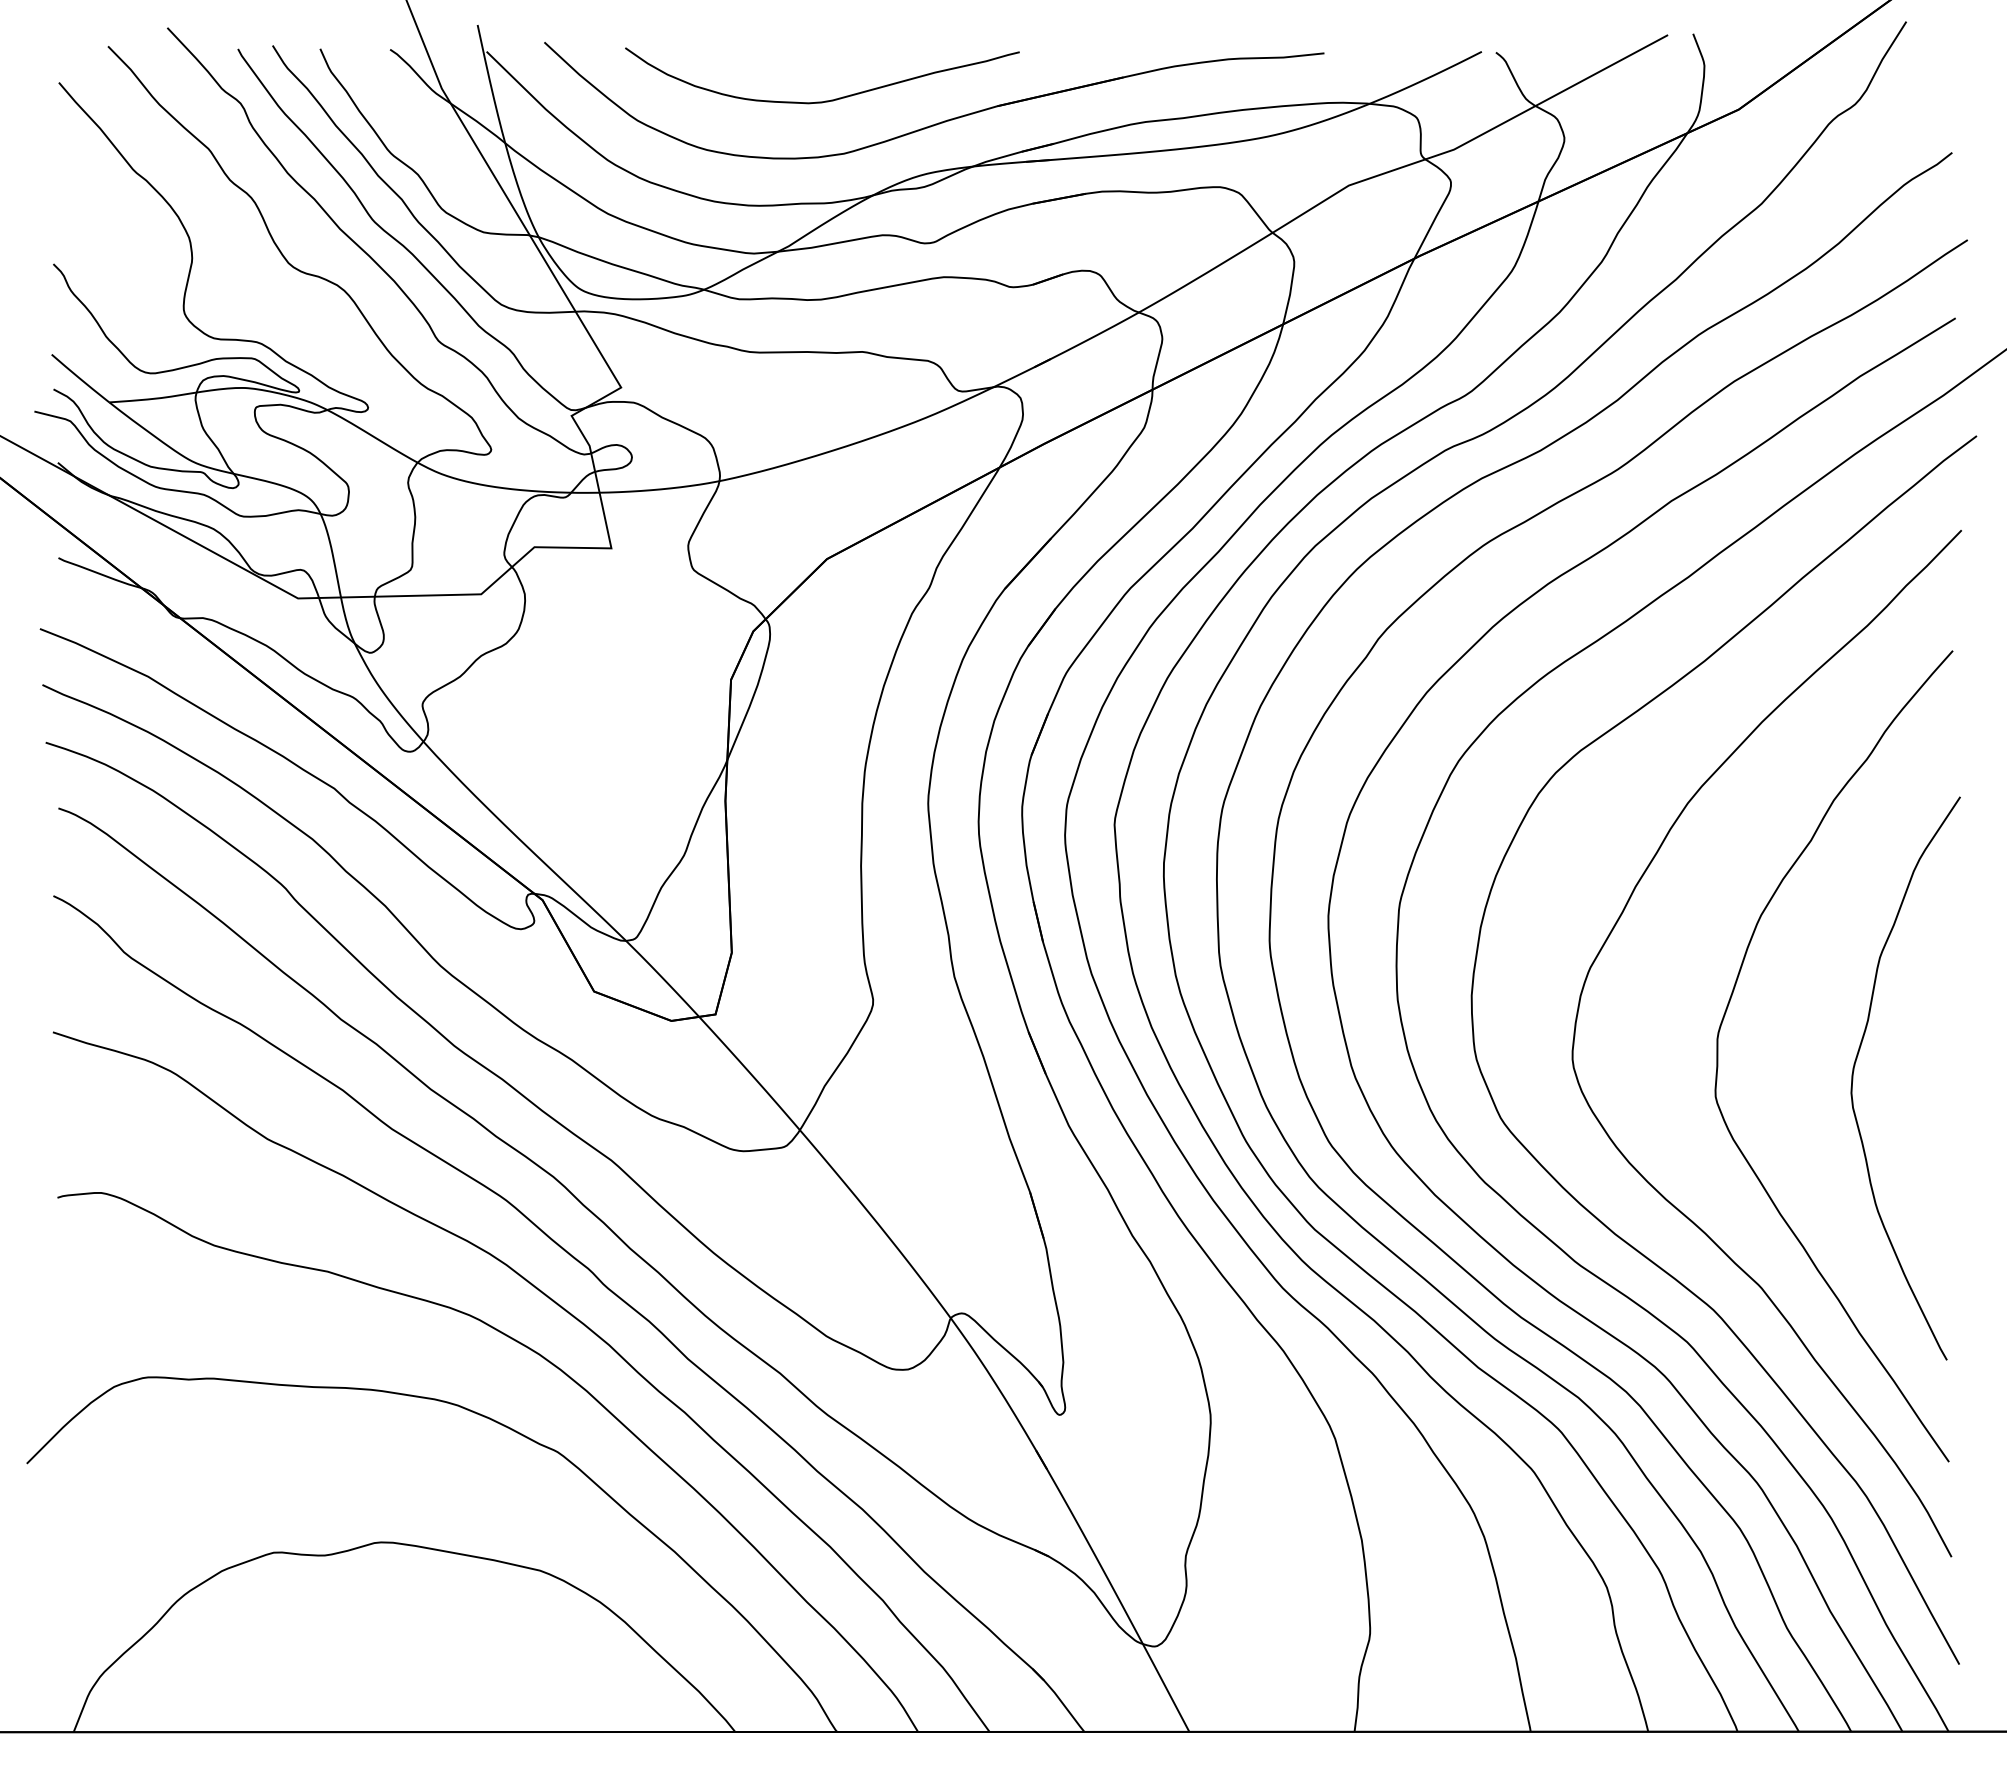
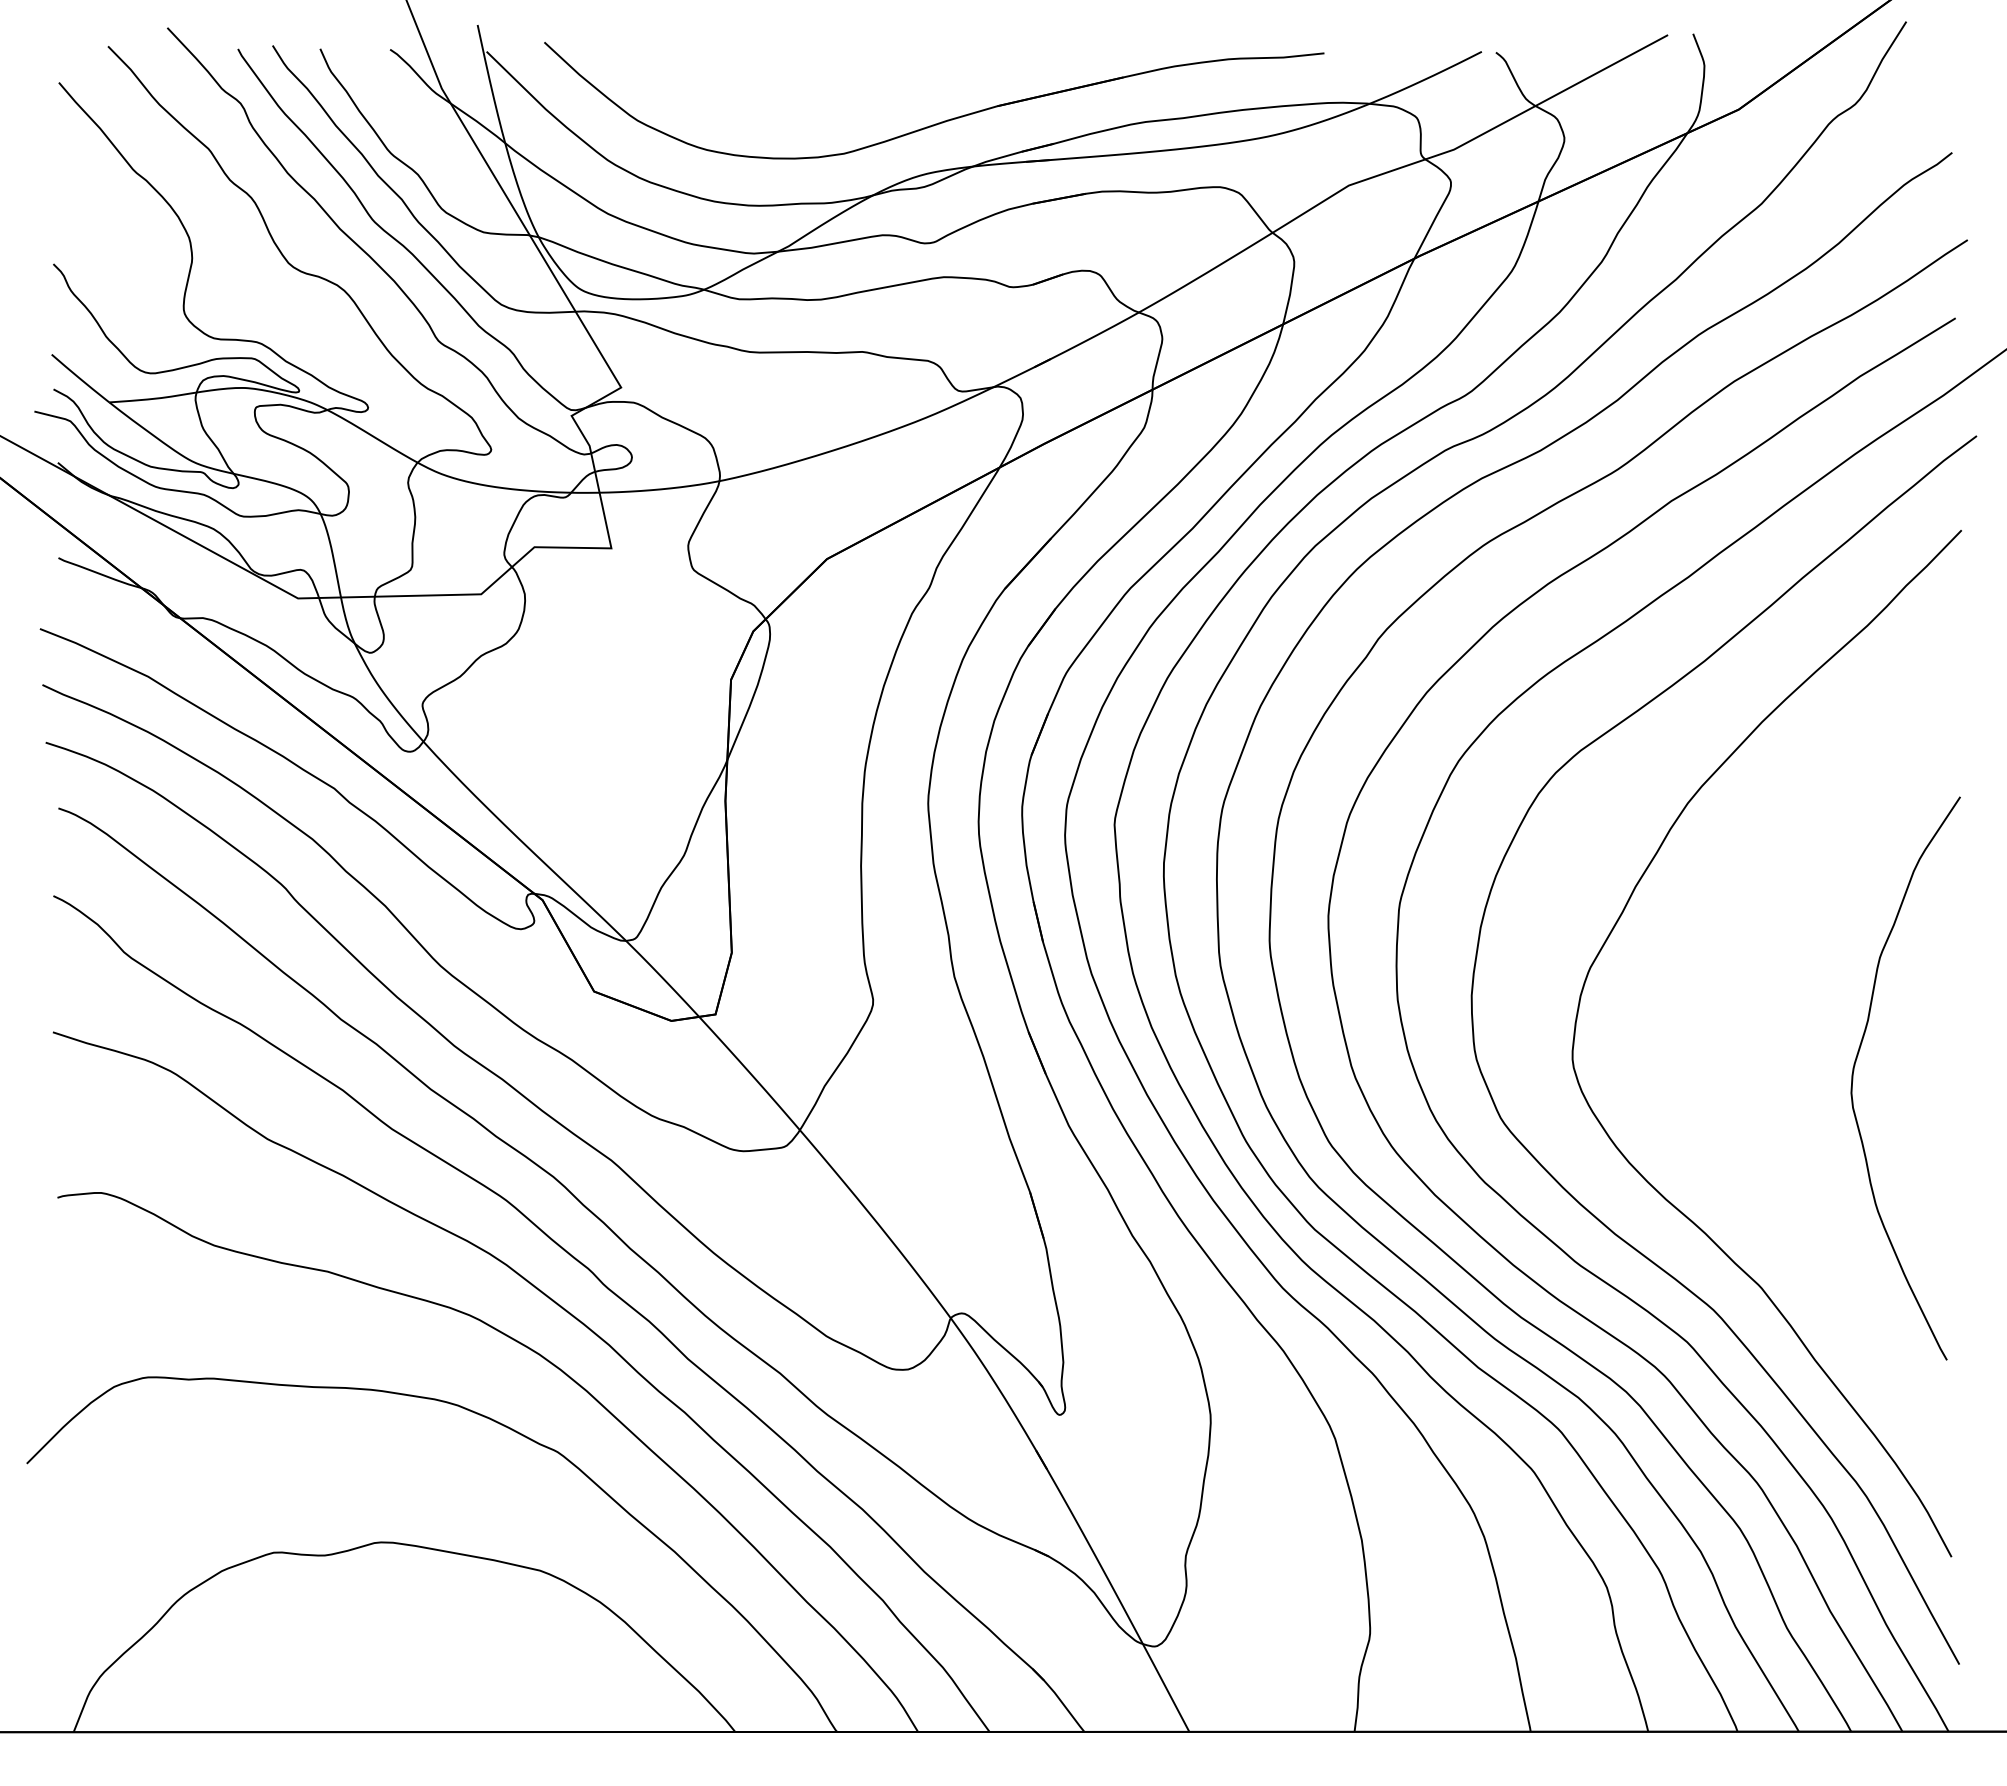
curve at (825, 100): present -> none
curve at (1718, 1056): present -> none
